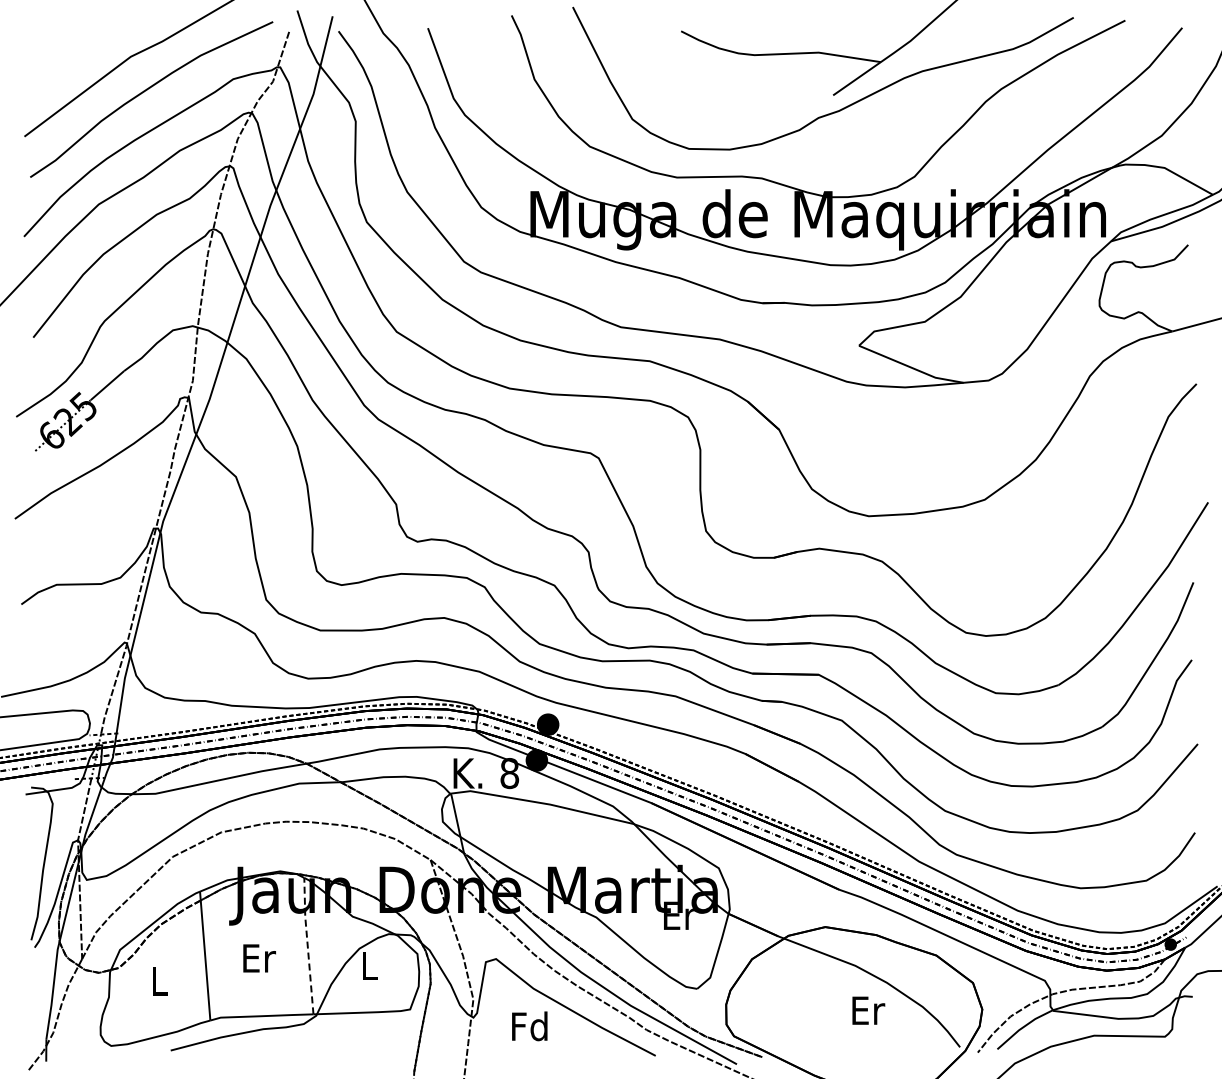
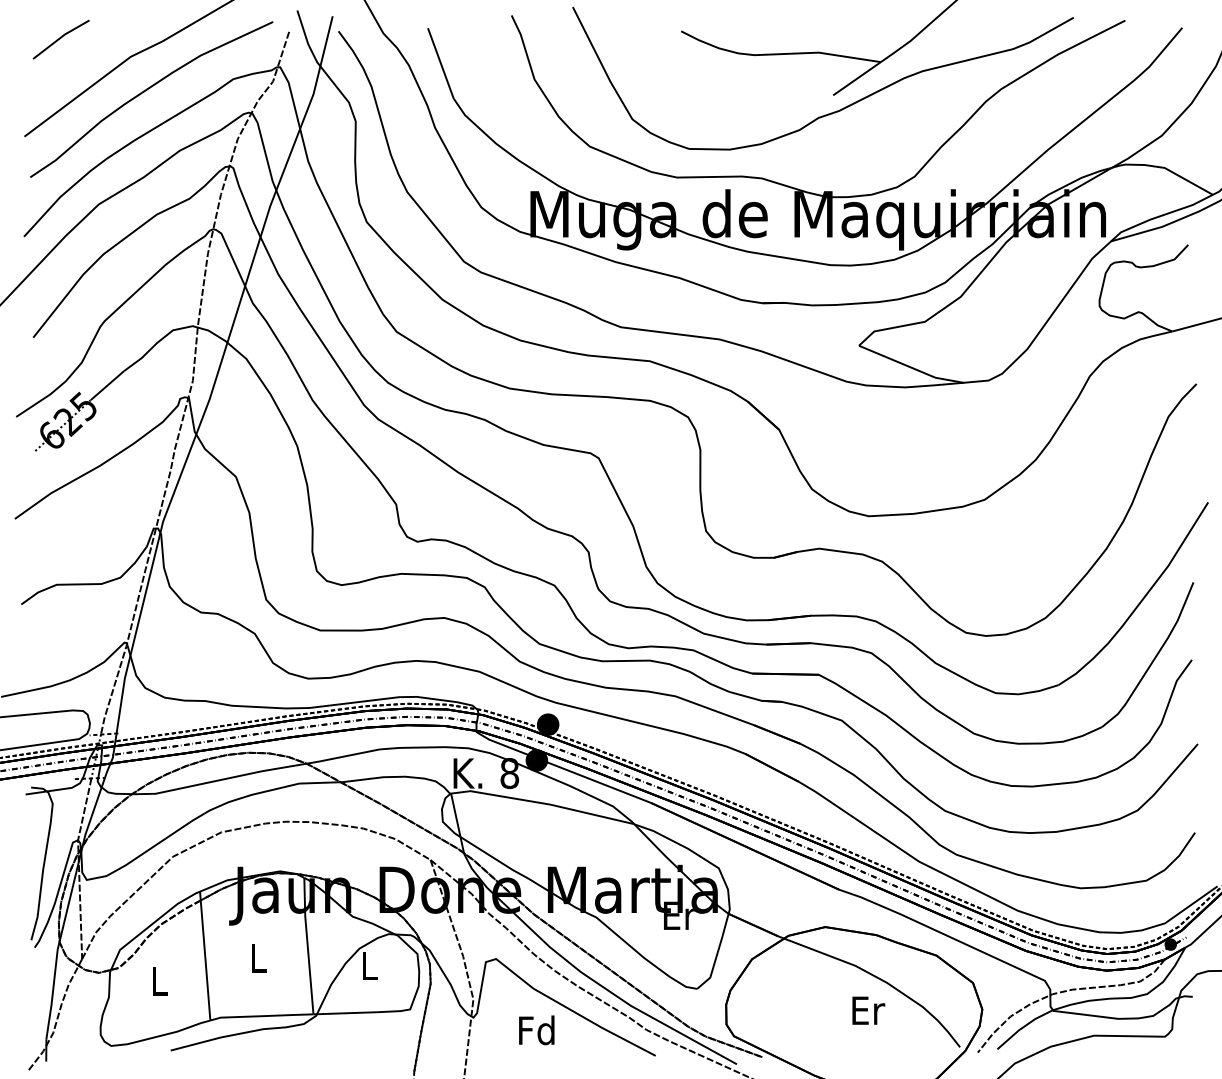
line at (60, 39): none -> present
line at (307, 945): dashed -> solid
text at (259, 958): Er -> L
text at (529, 1026) position: (529, 1026) -> (536, 1030)
